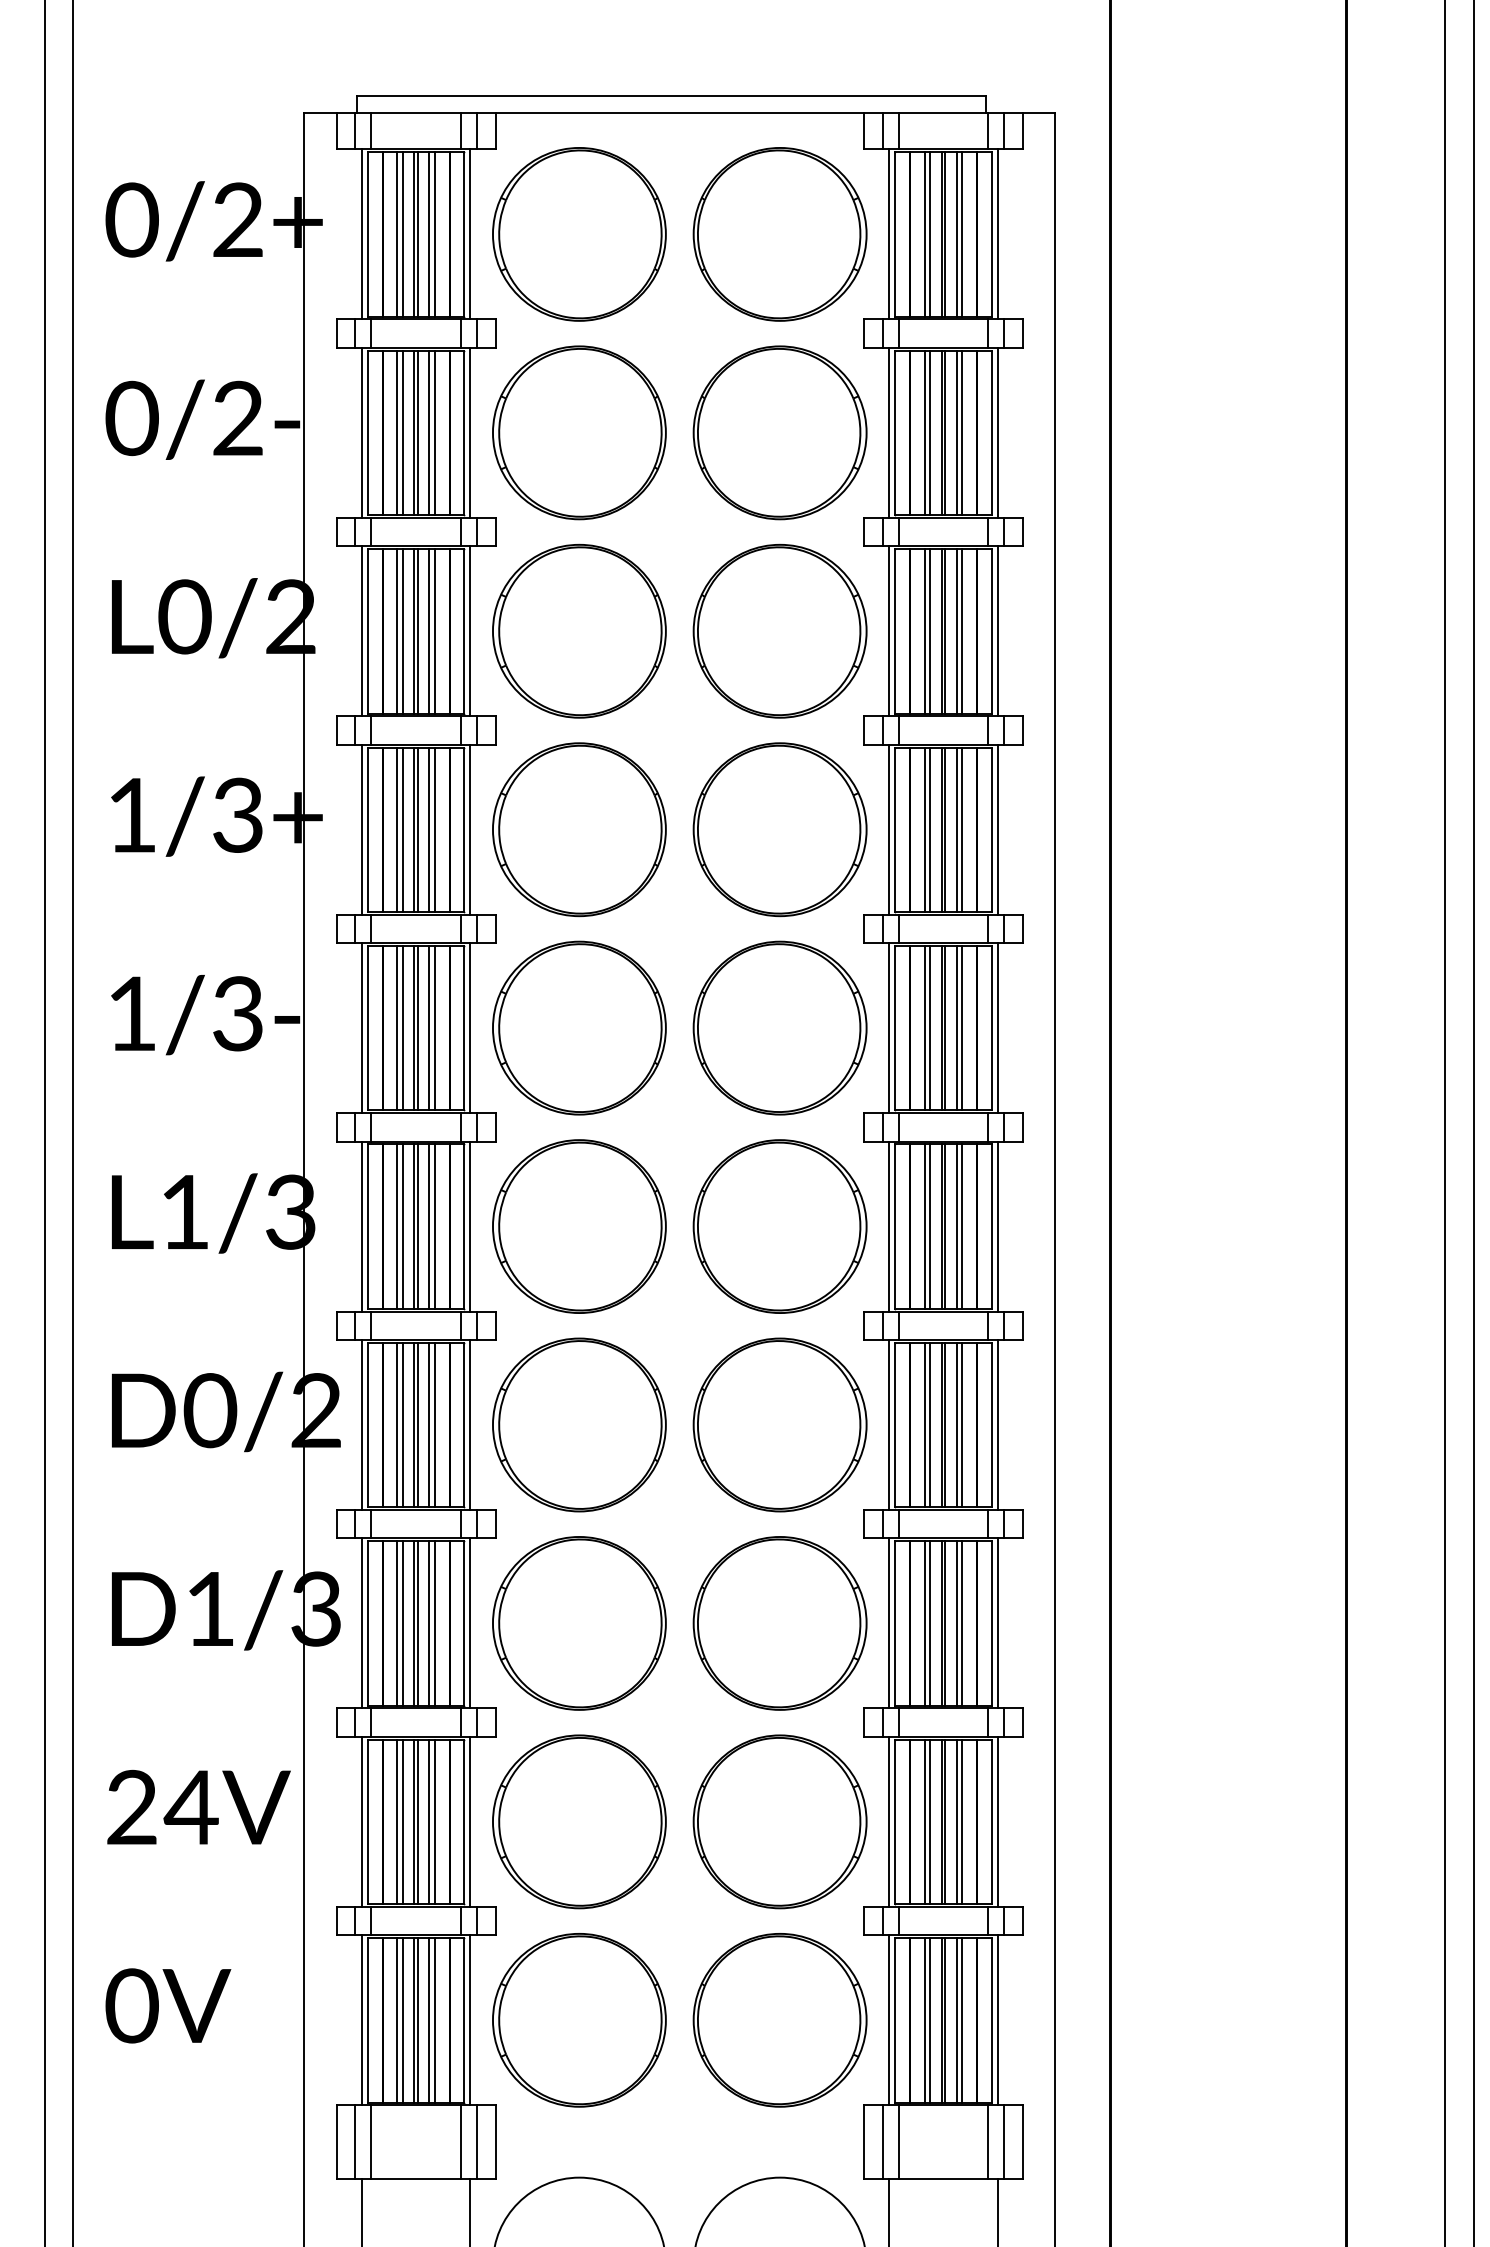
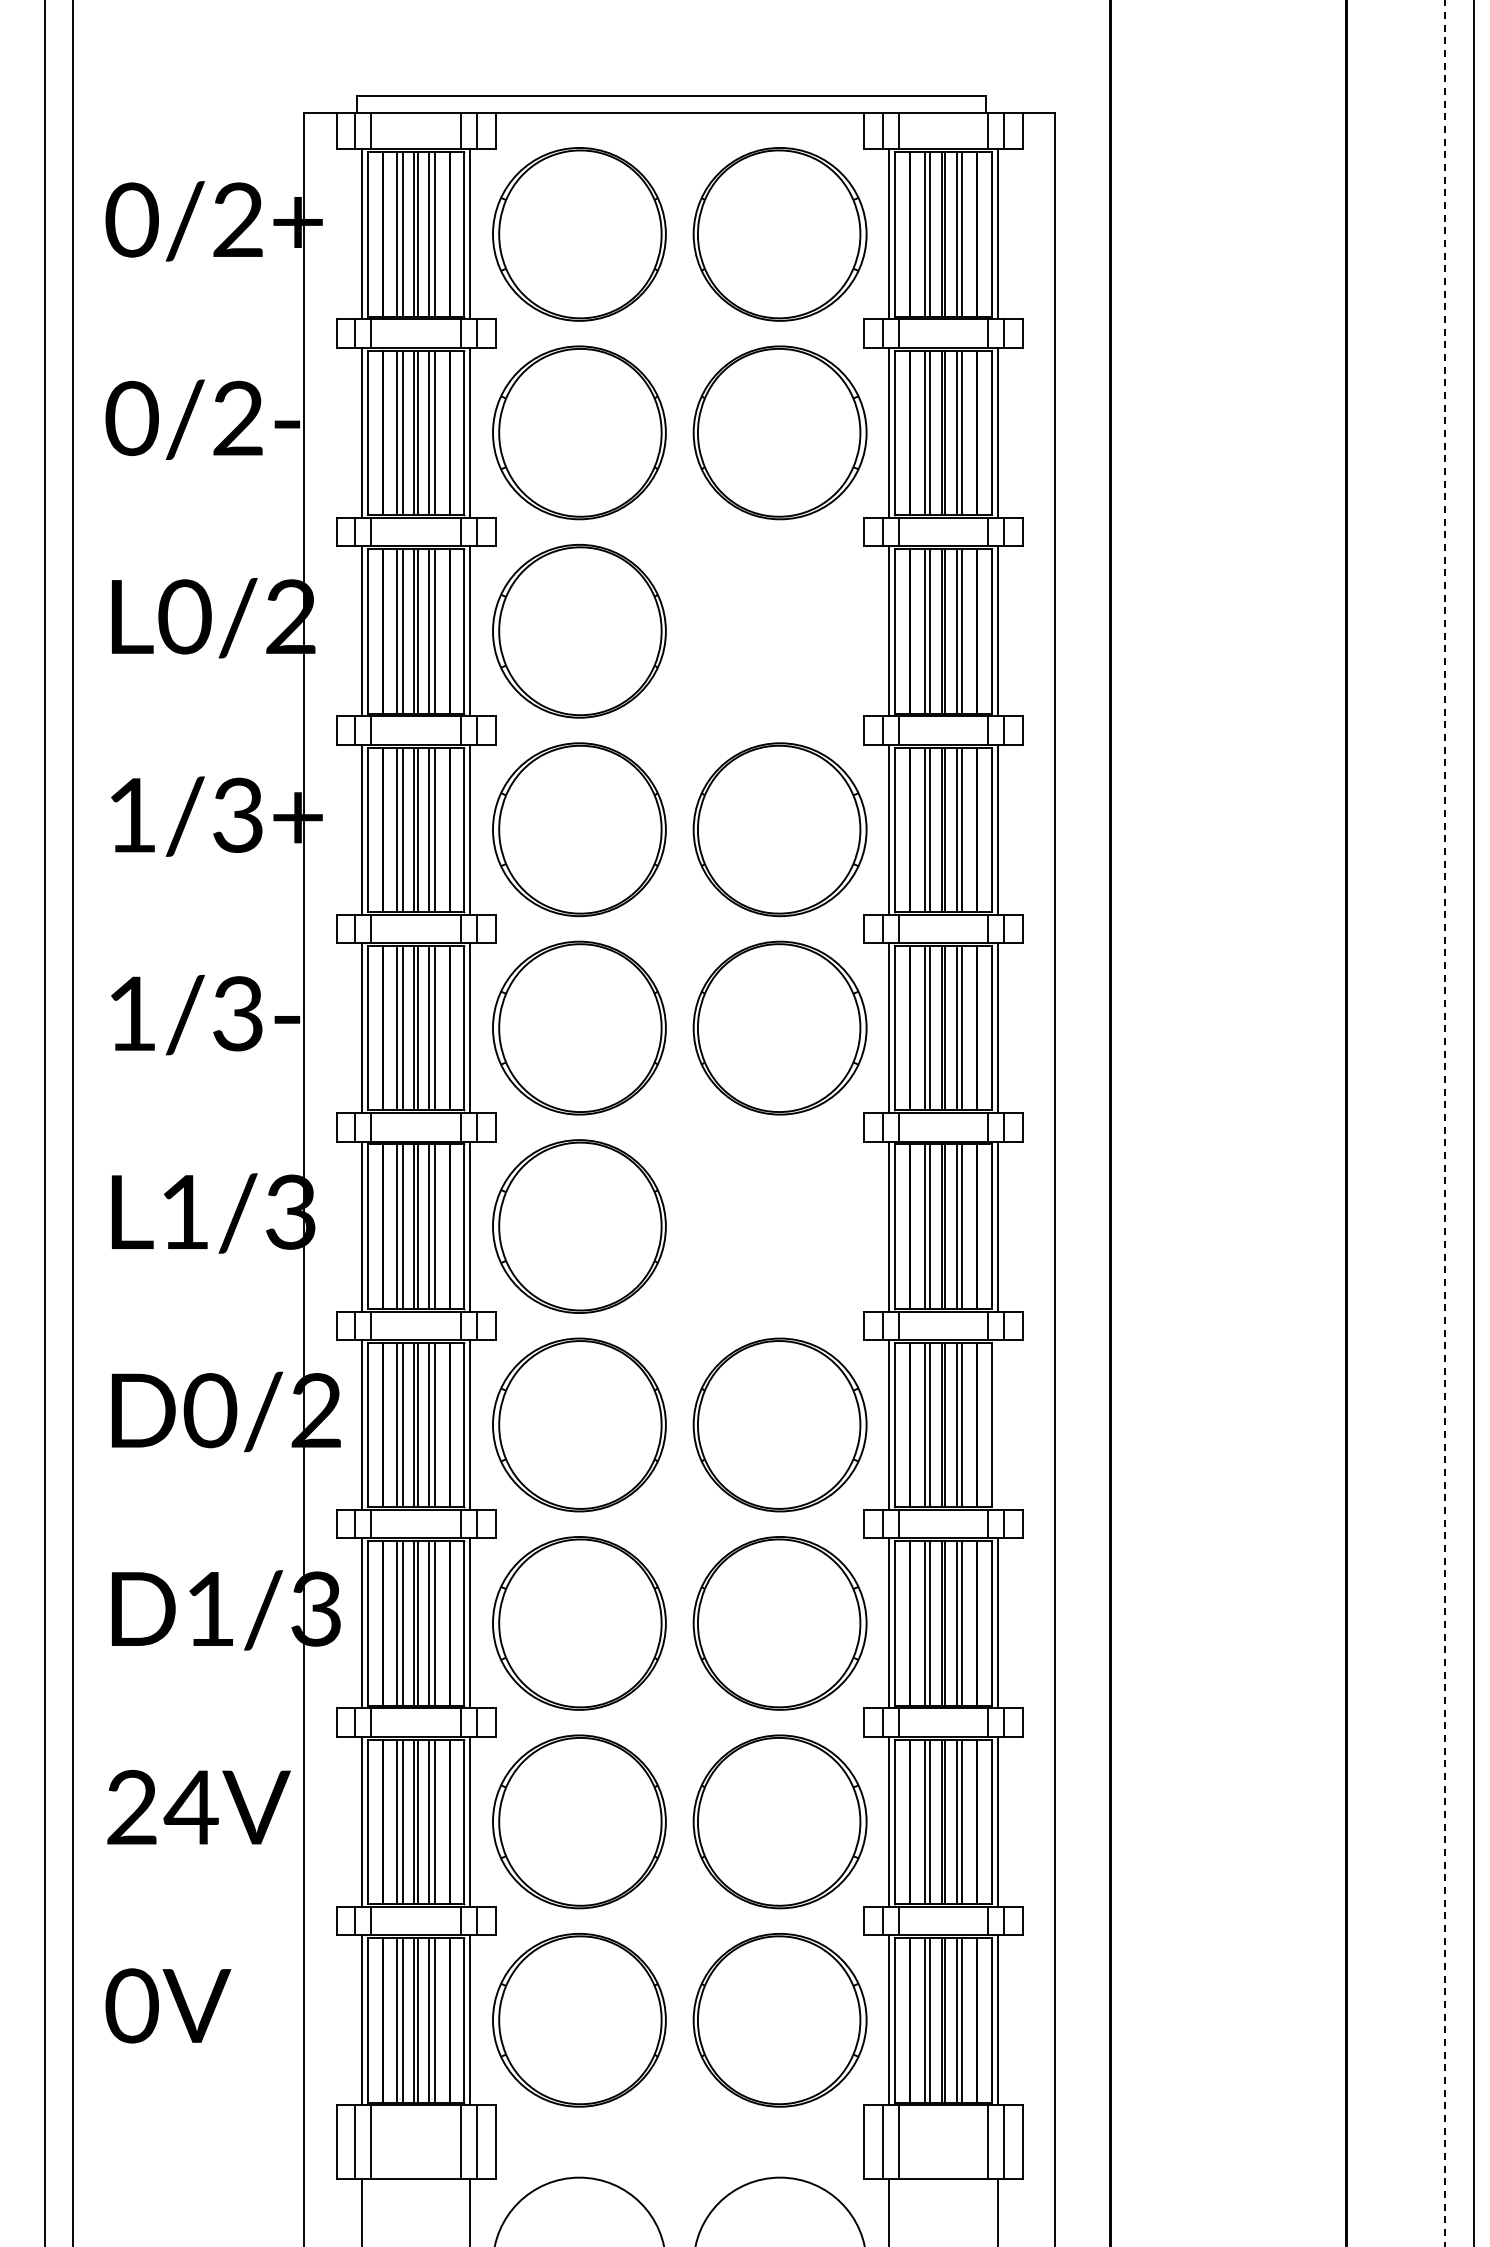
part at (779, 630): present -> none
line at (1445, 1123): solid -> dashed
part at (779, 1226): present -> none
line at (997, 1424): present -> none
